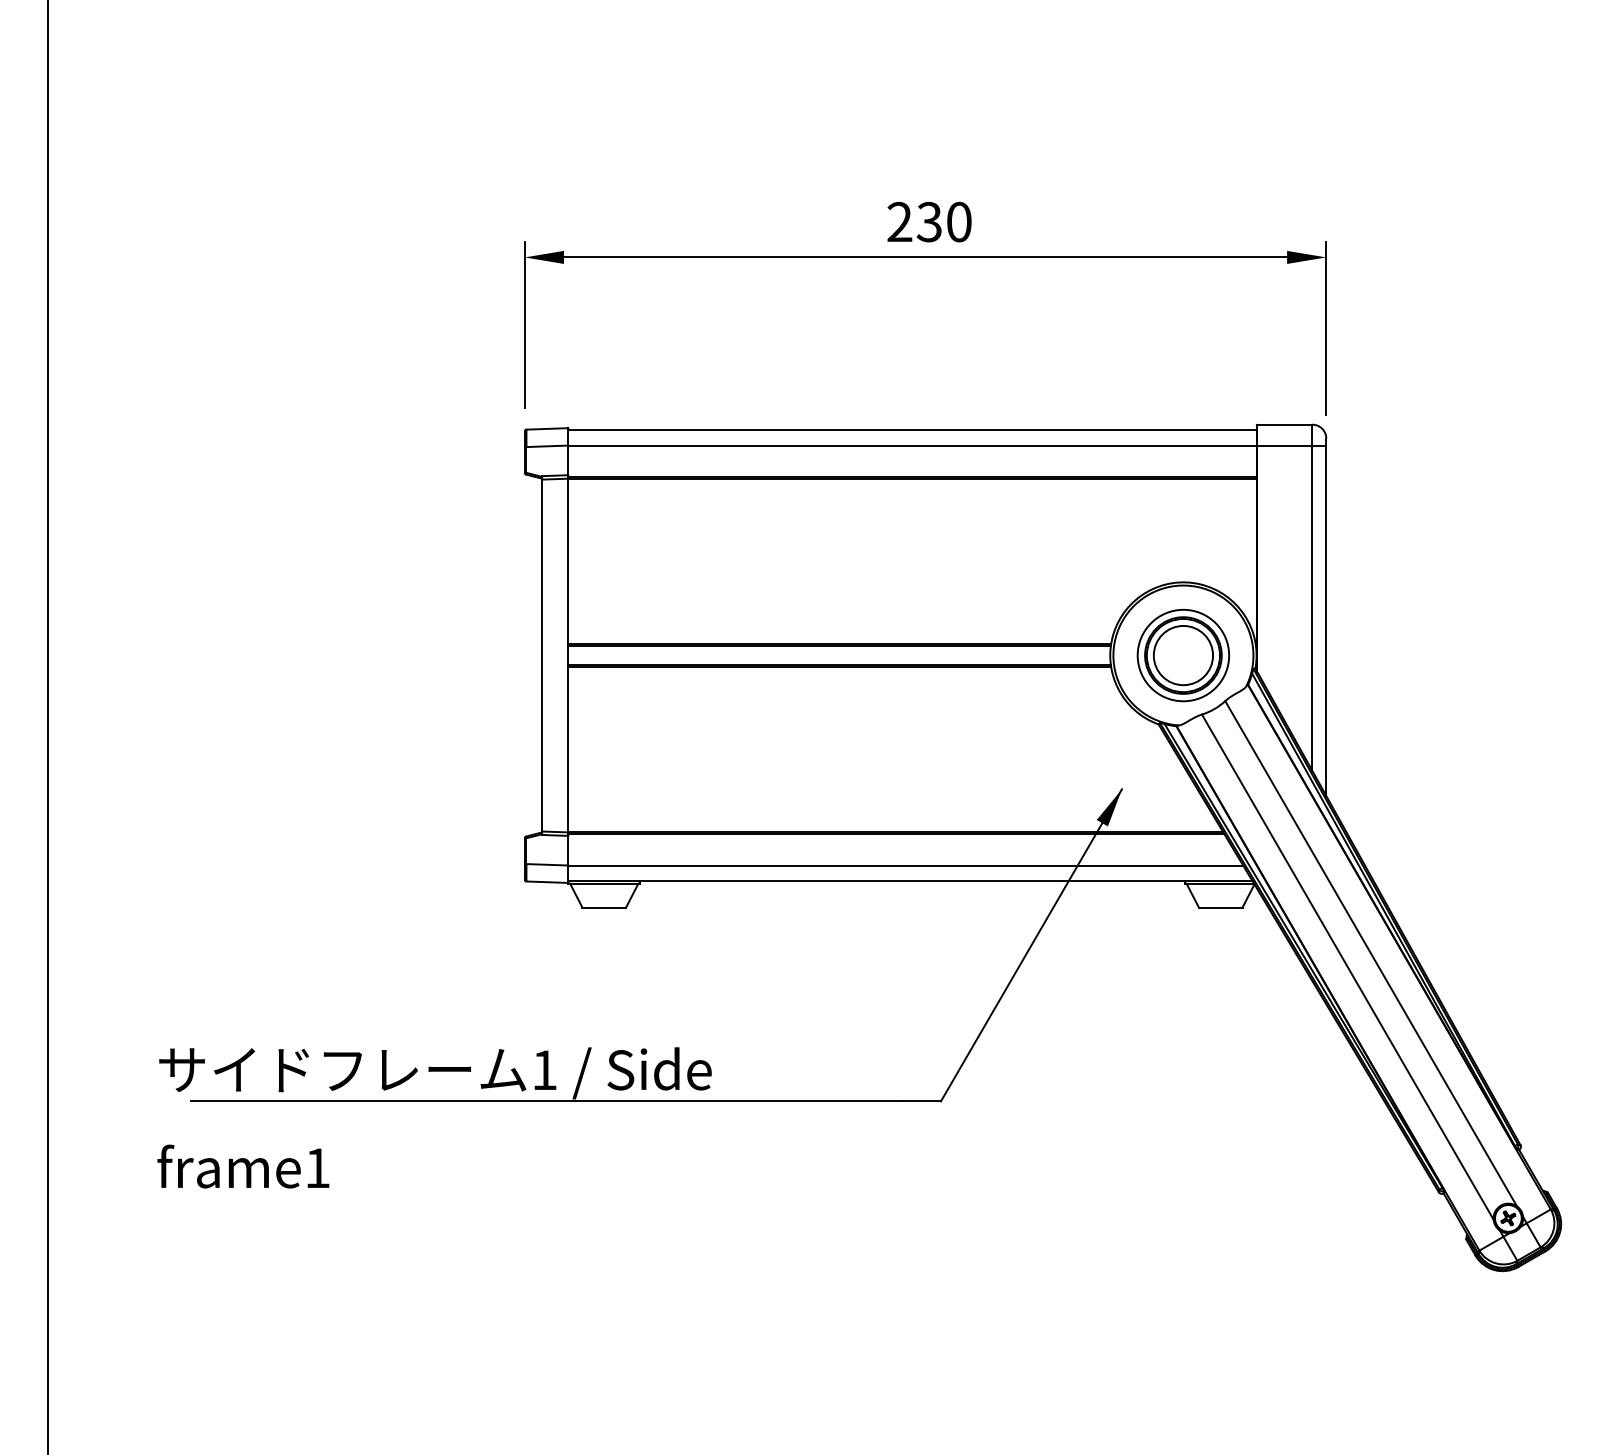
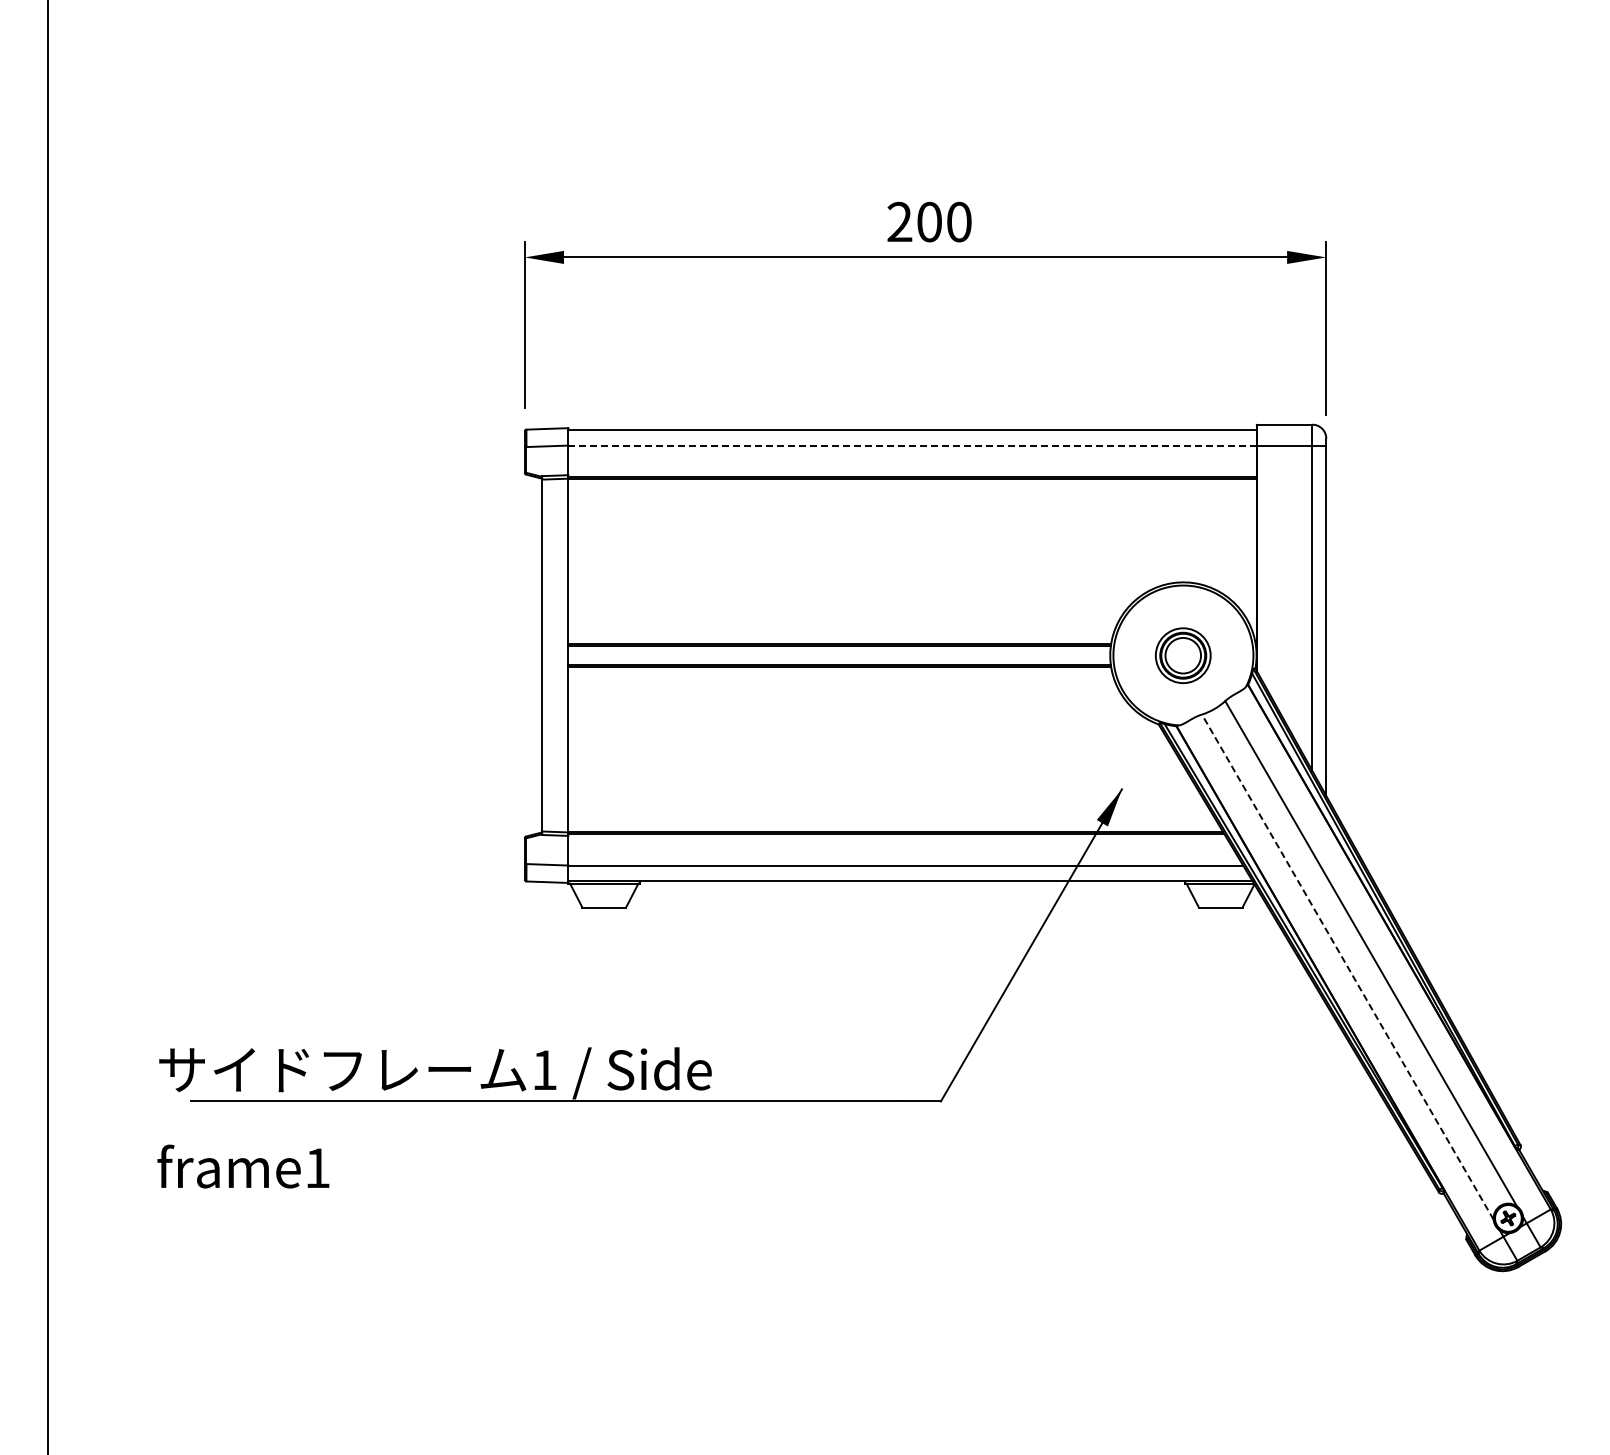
text at (928, 222): 230 -> 200
line at (911, 445): solid -> dashed
part at (1182, 655) size: 94x94 px -> 57x58 px
line at (1347, 967): solid -> dashed
